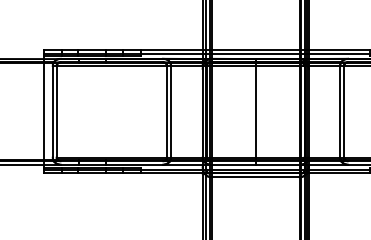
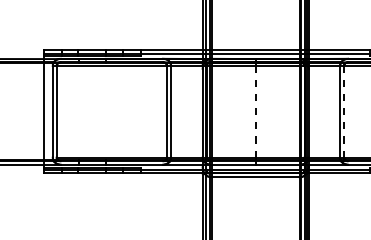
line at (255, 111): solid -> dashed
line at (344, 111): solid -> dashed
